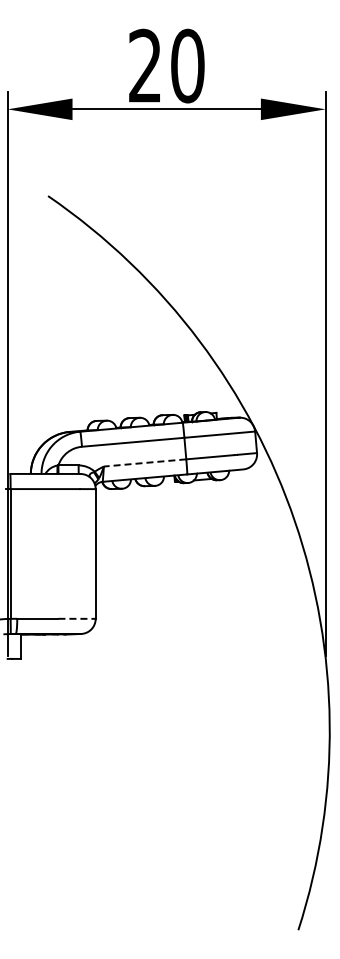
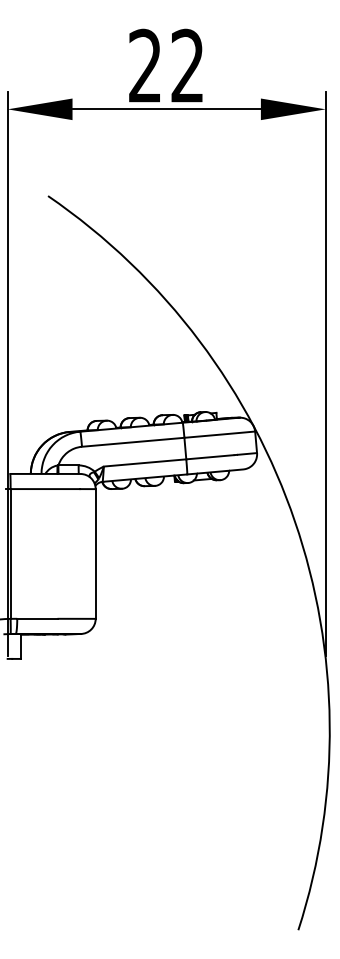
text at (187, 65): 20 -> 22
line at (144, 463): dashed -> solid
line at (77, 618): dashed -> solid
